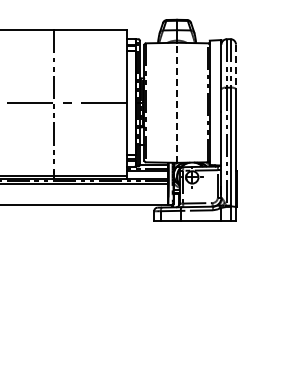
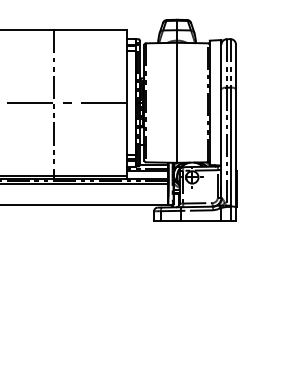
line at (236, 67): dashed -> solid
line at (177, 102): dashed -> solid
